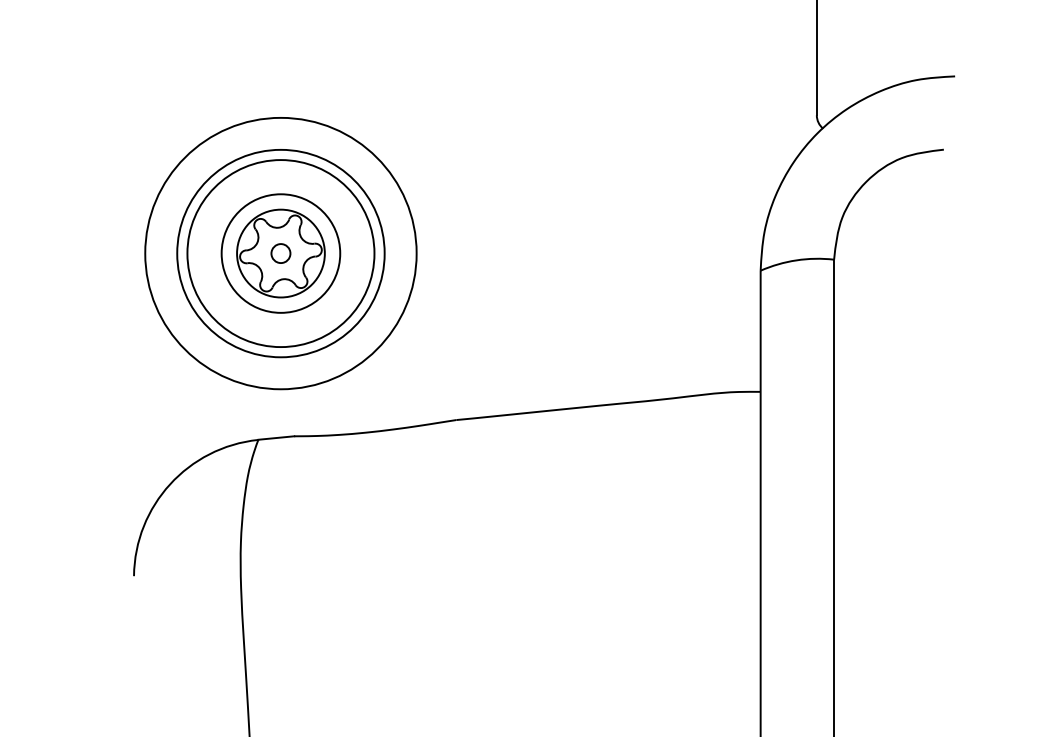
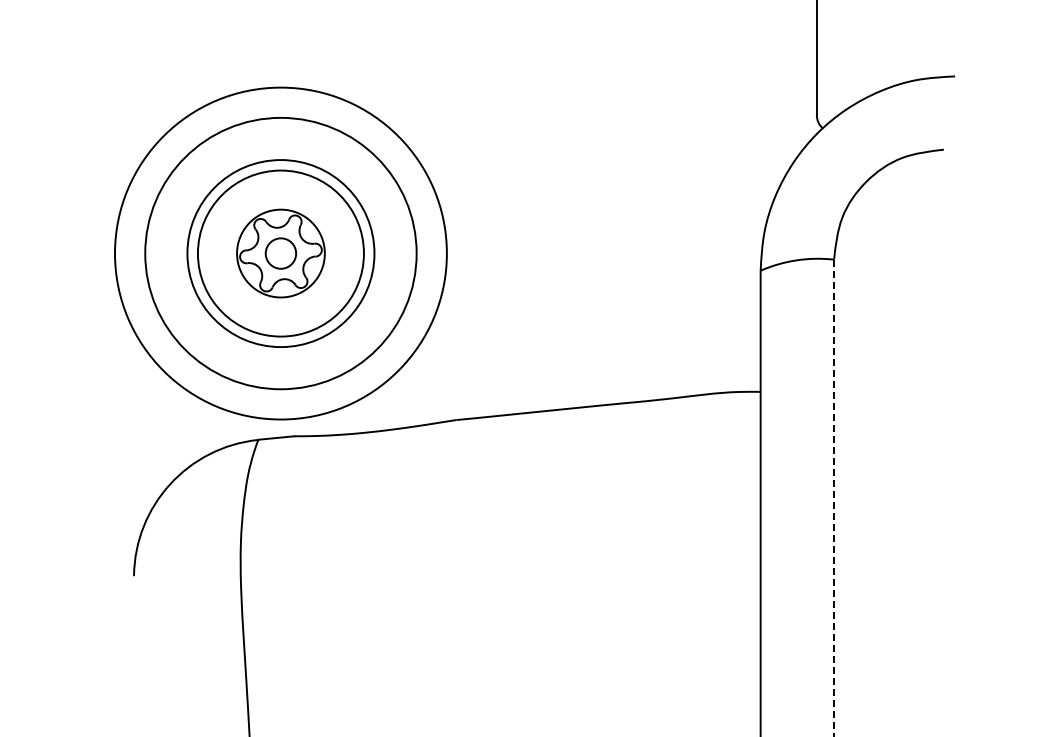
circle at (280, 253) diameter: 119 px -> 166 px
circle at (280, 253) diameter: 19 px -> 30 px
circle at (280, 253) diameter: 207 px -> 332 px
line at (834, 498): solid -> dashed
